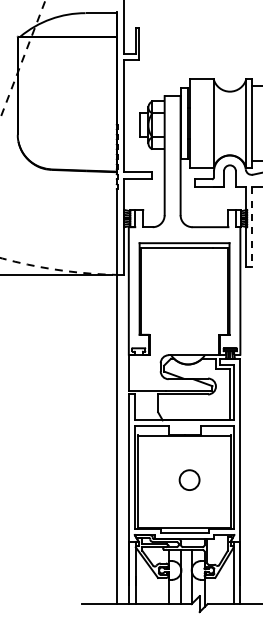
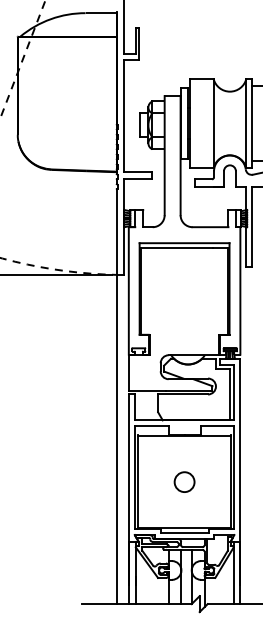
line at (252, 227): dashed -> solid
circle at (189, 479) position: (189, 479) -> (184, 481)
